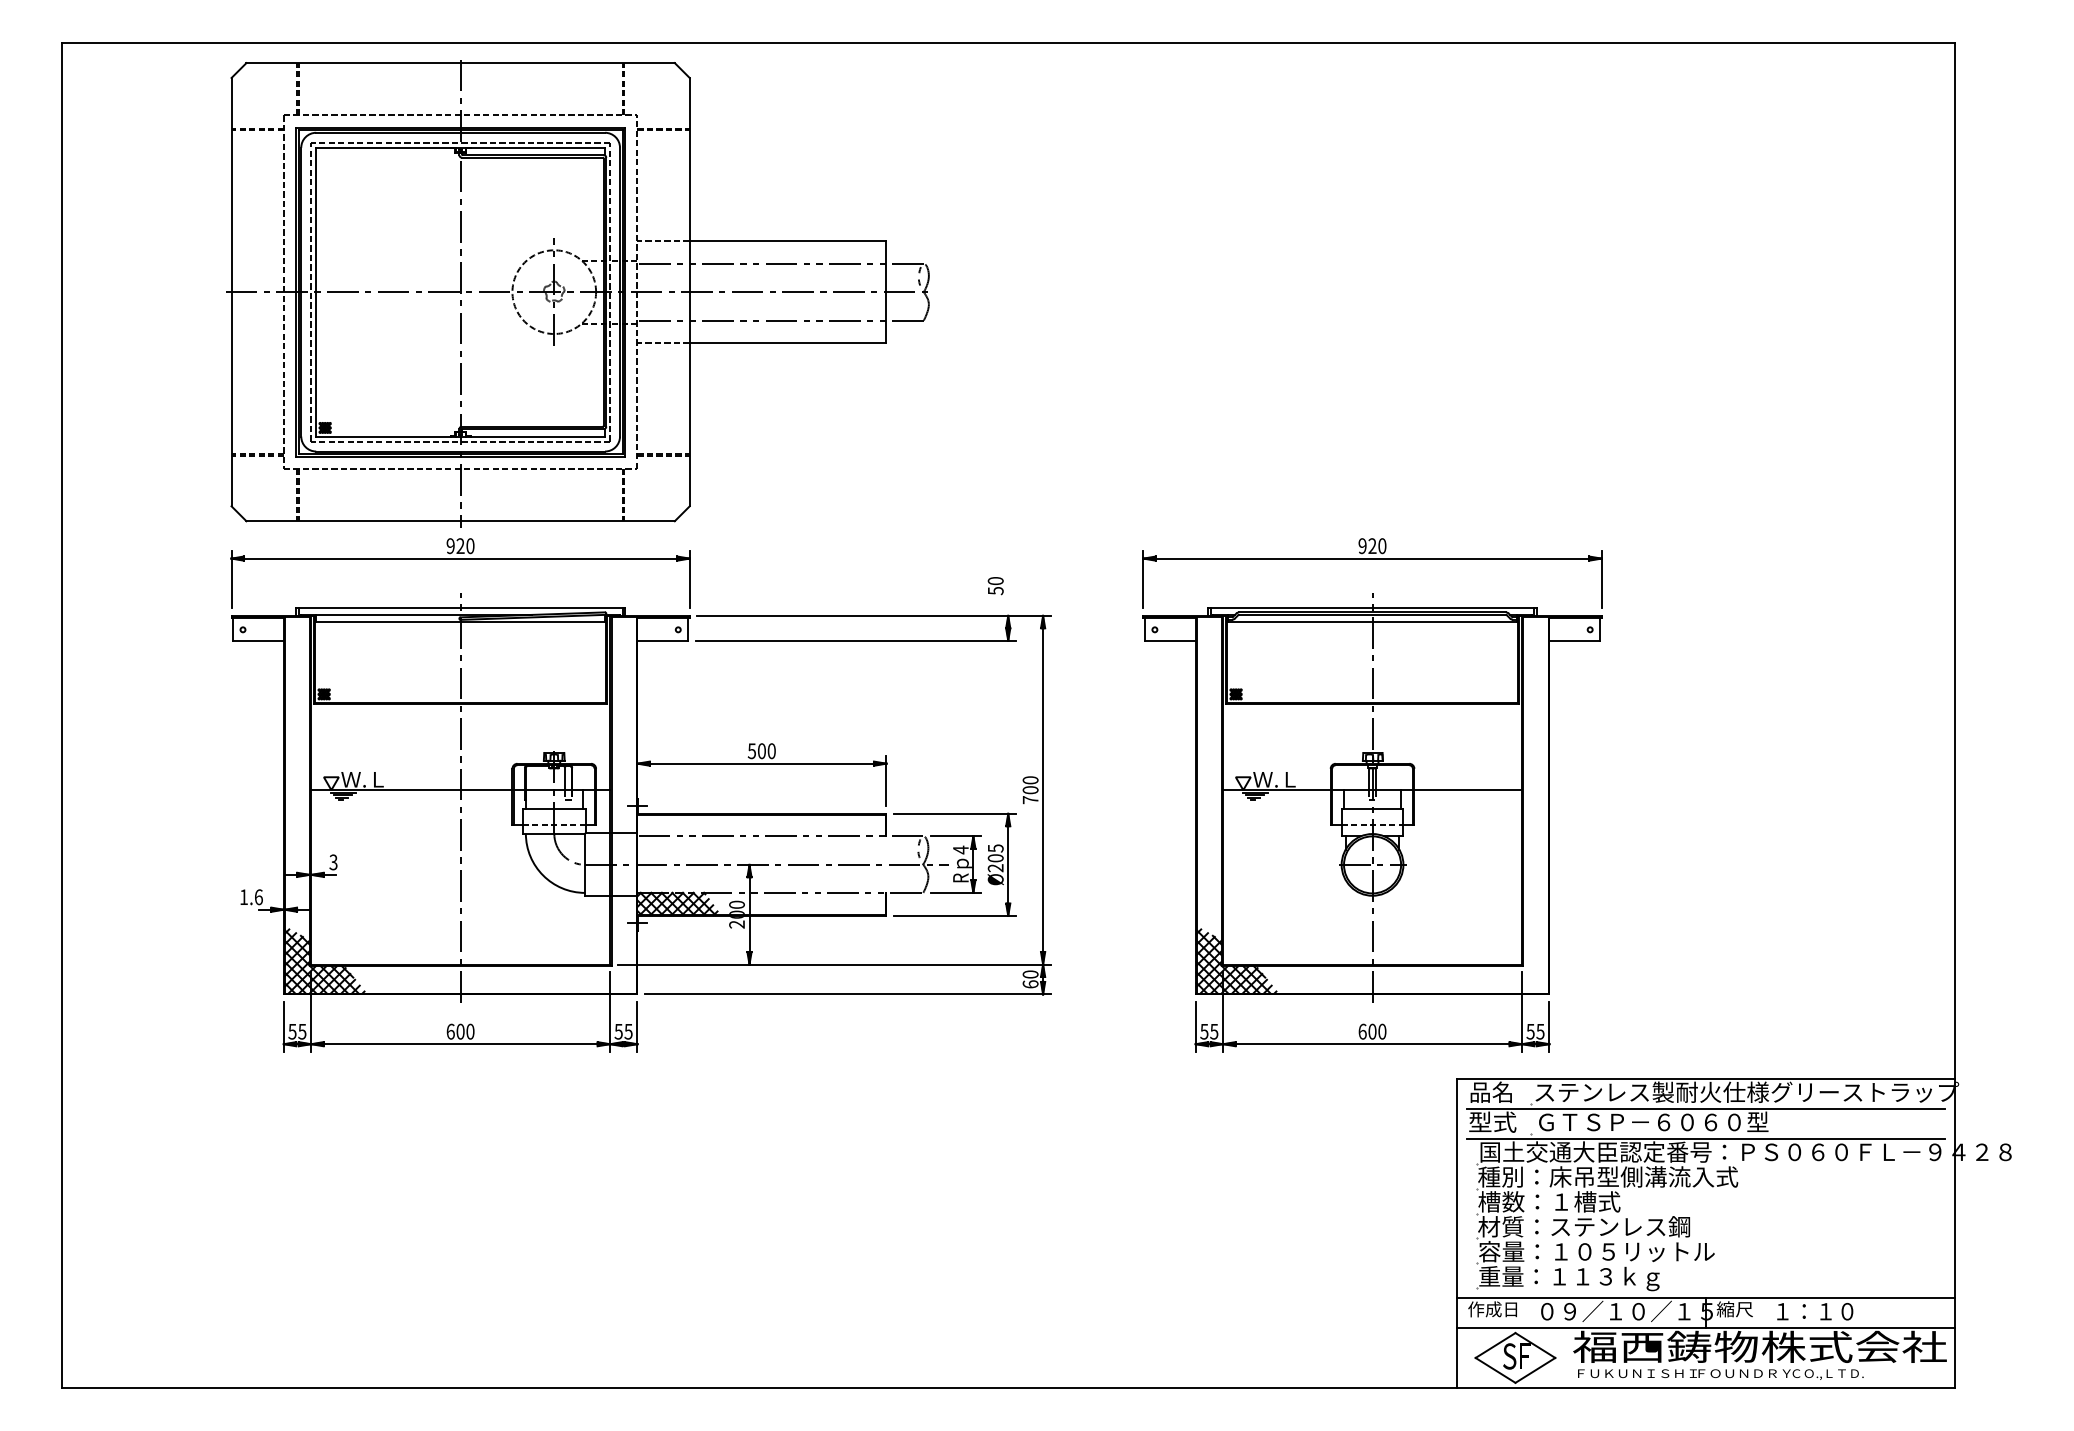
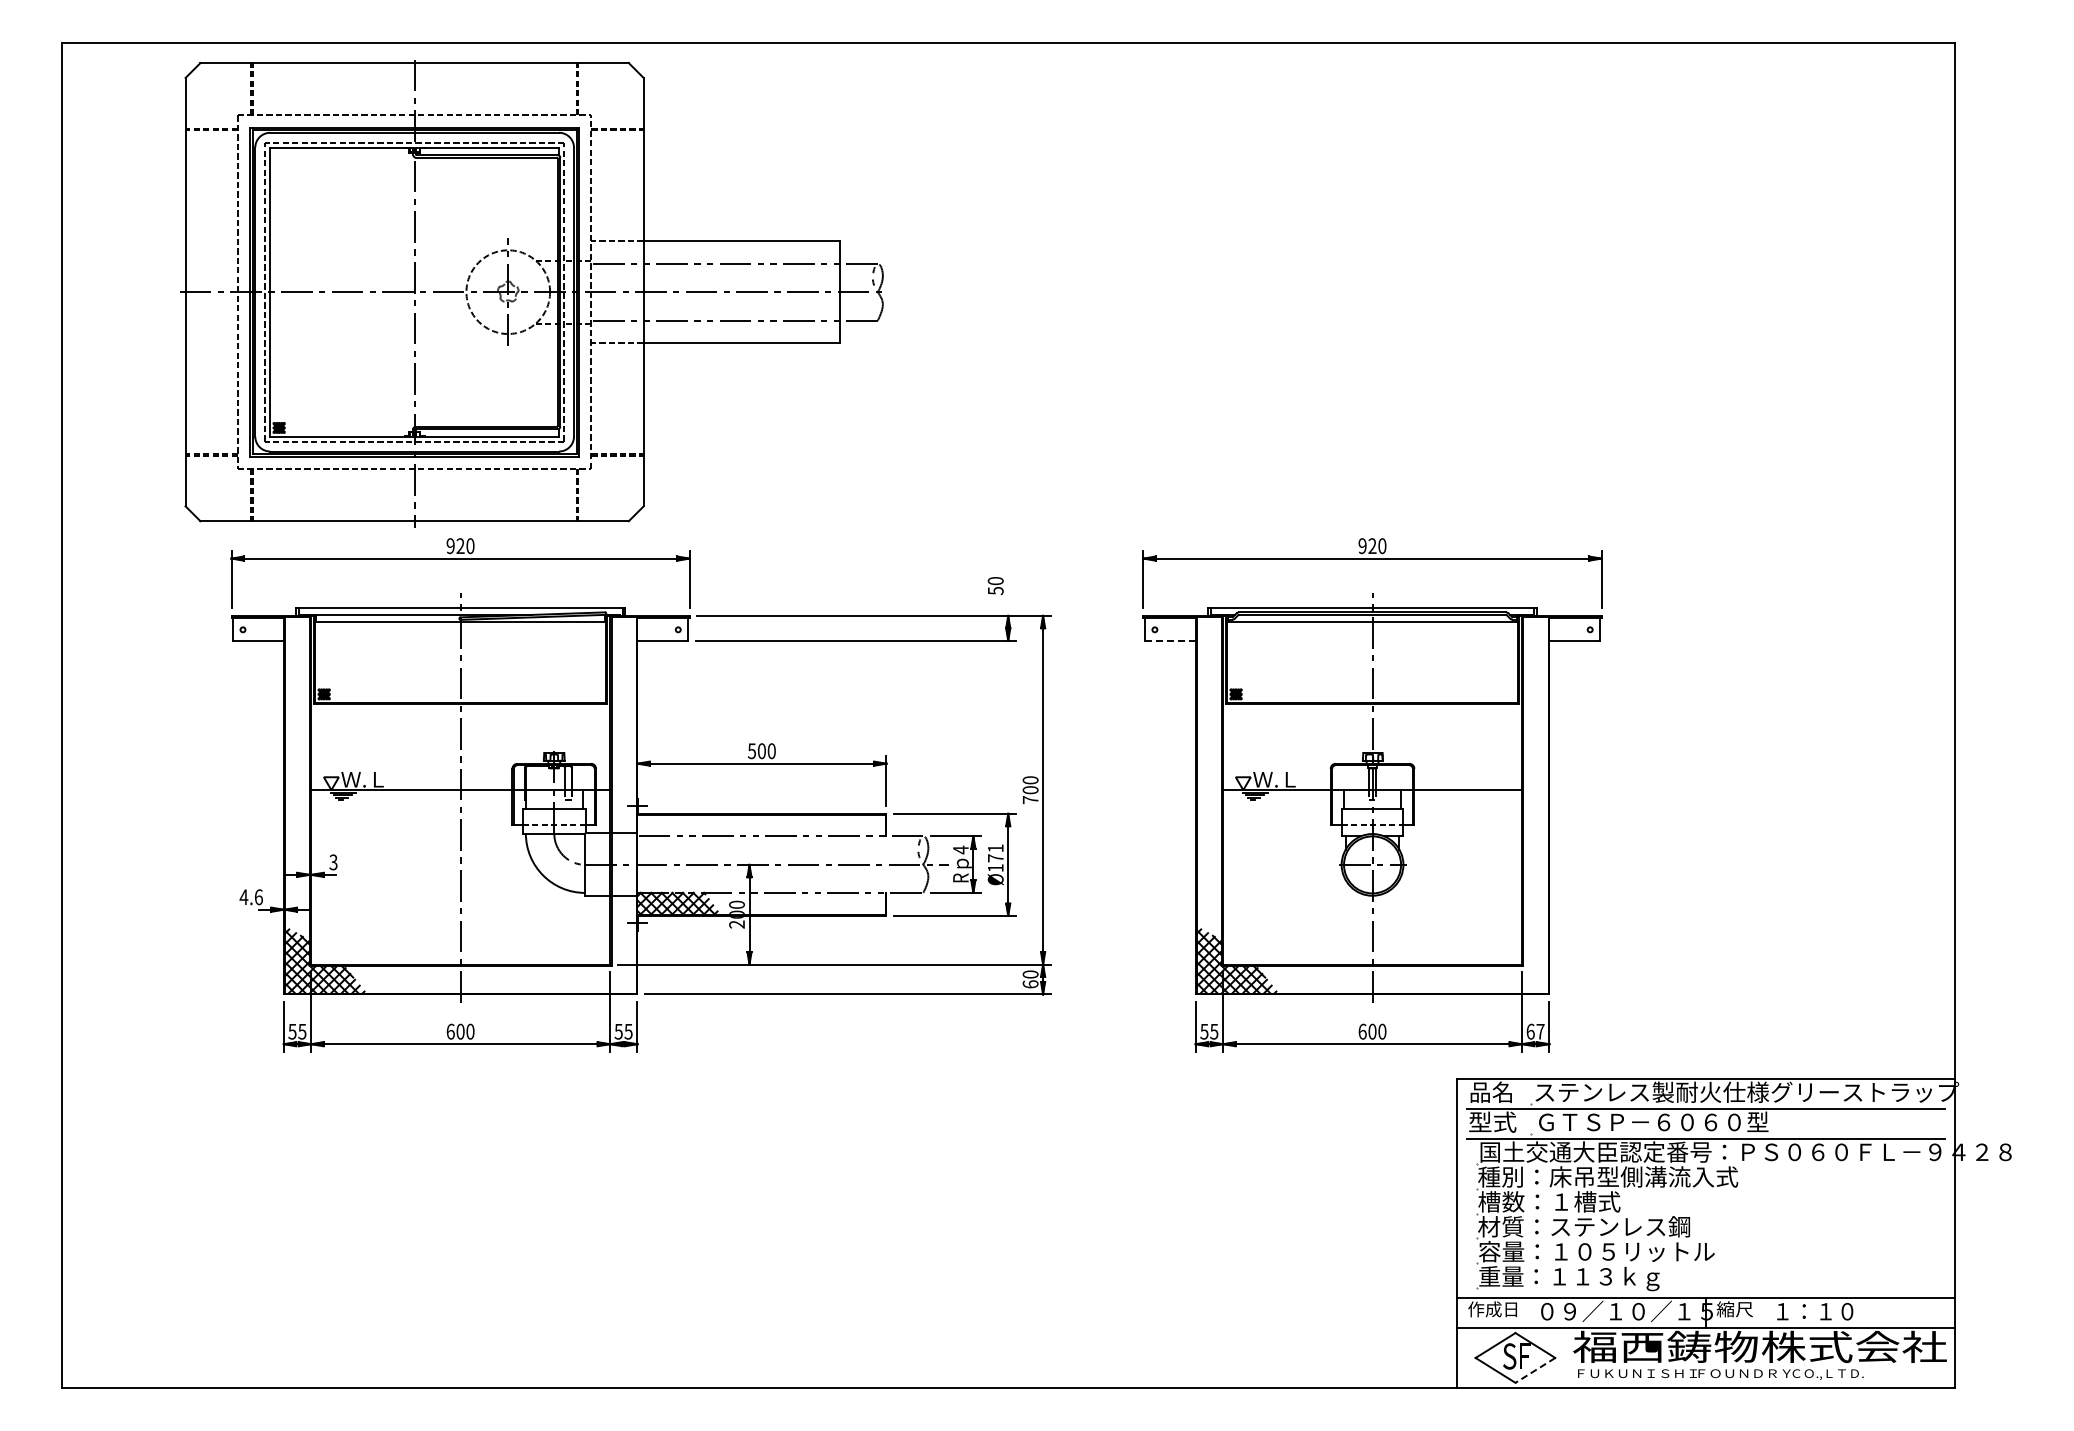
part at (577, 293) position: (577, 293) -> (531, 293)
line at (1170, 640): solid -> dashed
text at (995, 858): Ø205 -> Ø171
text at (243, 896): 1.6 -> 4.6
text at (1535, 1031): 55 -> 67
line at (1534, 1370): solid -> dashed
